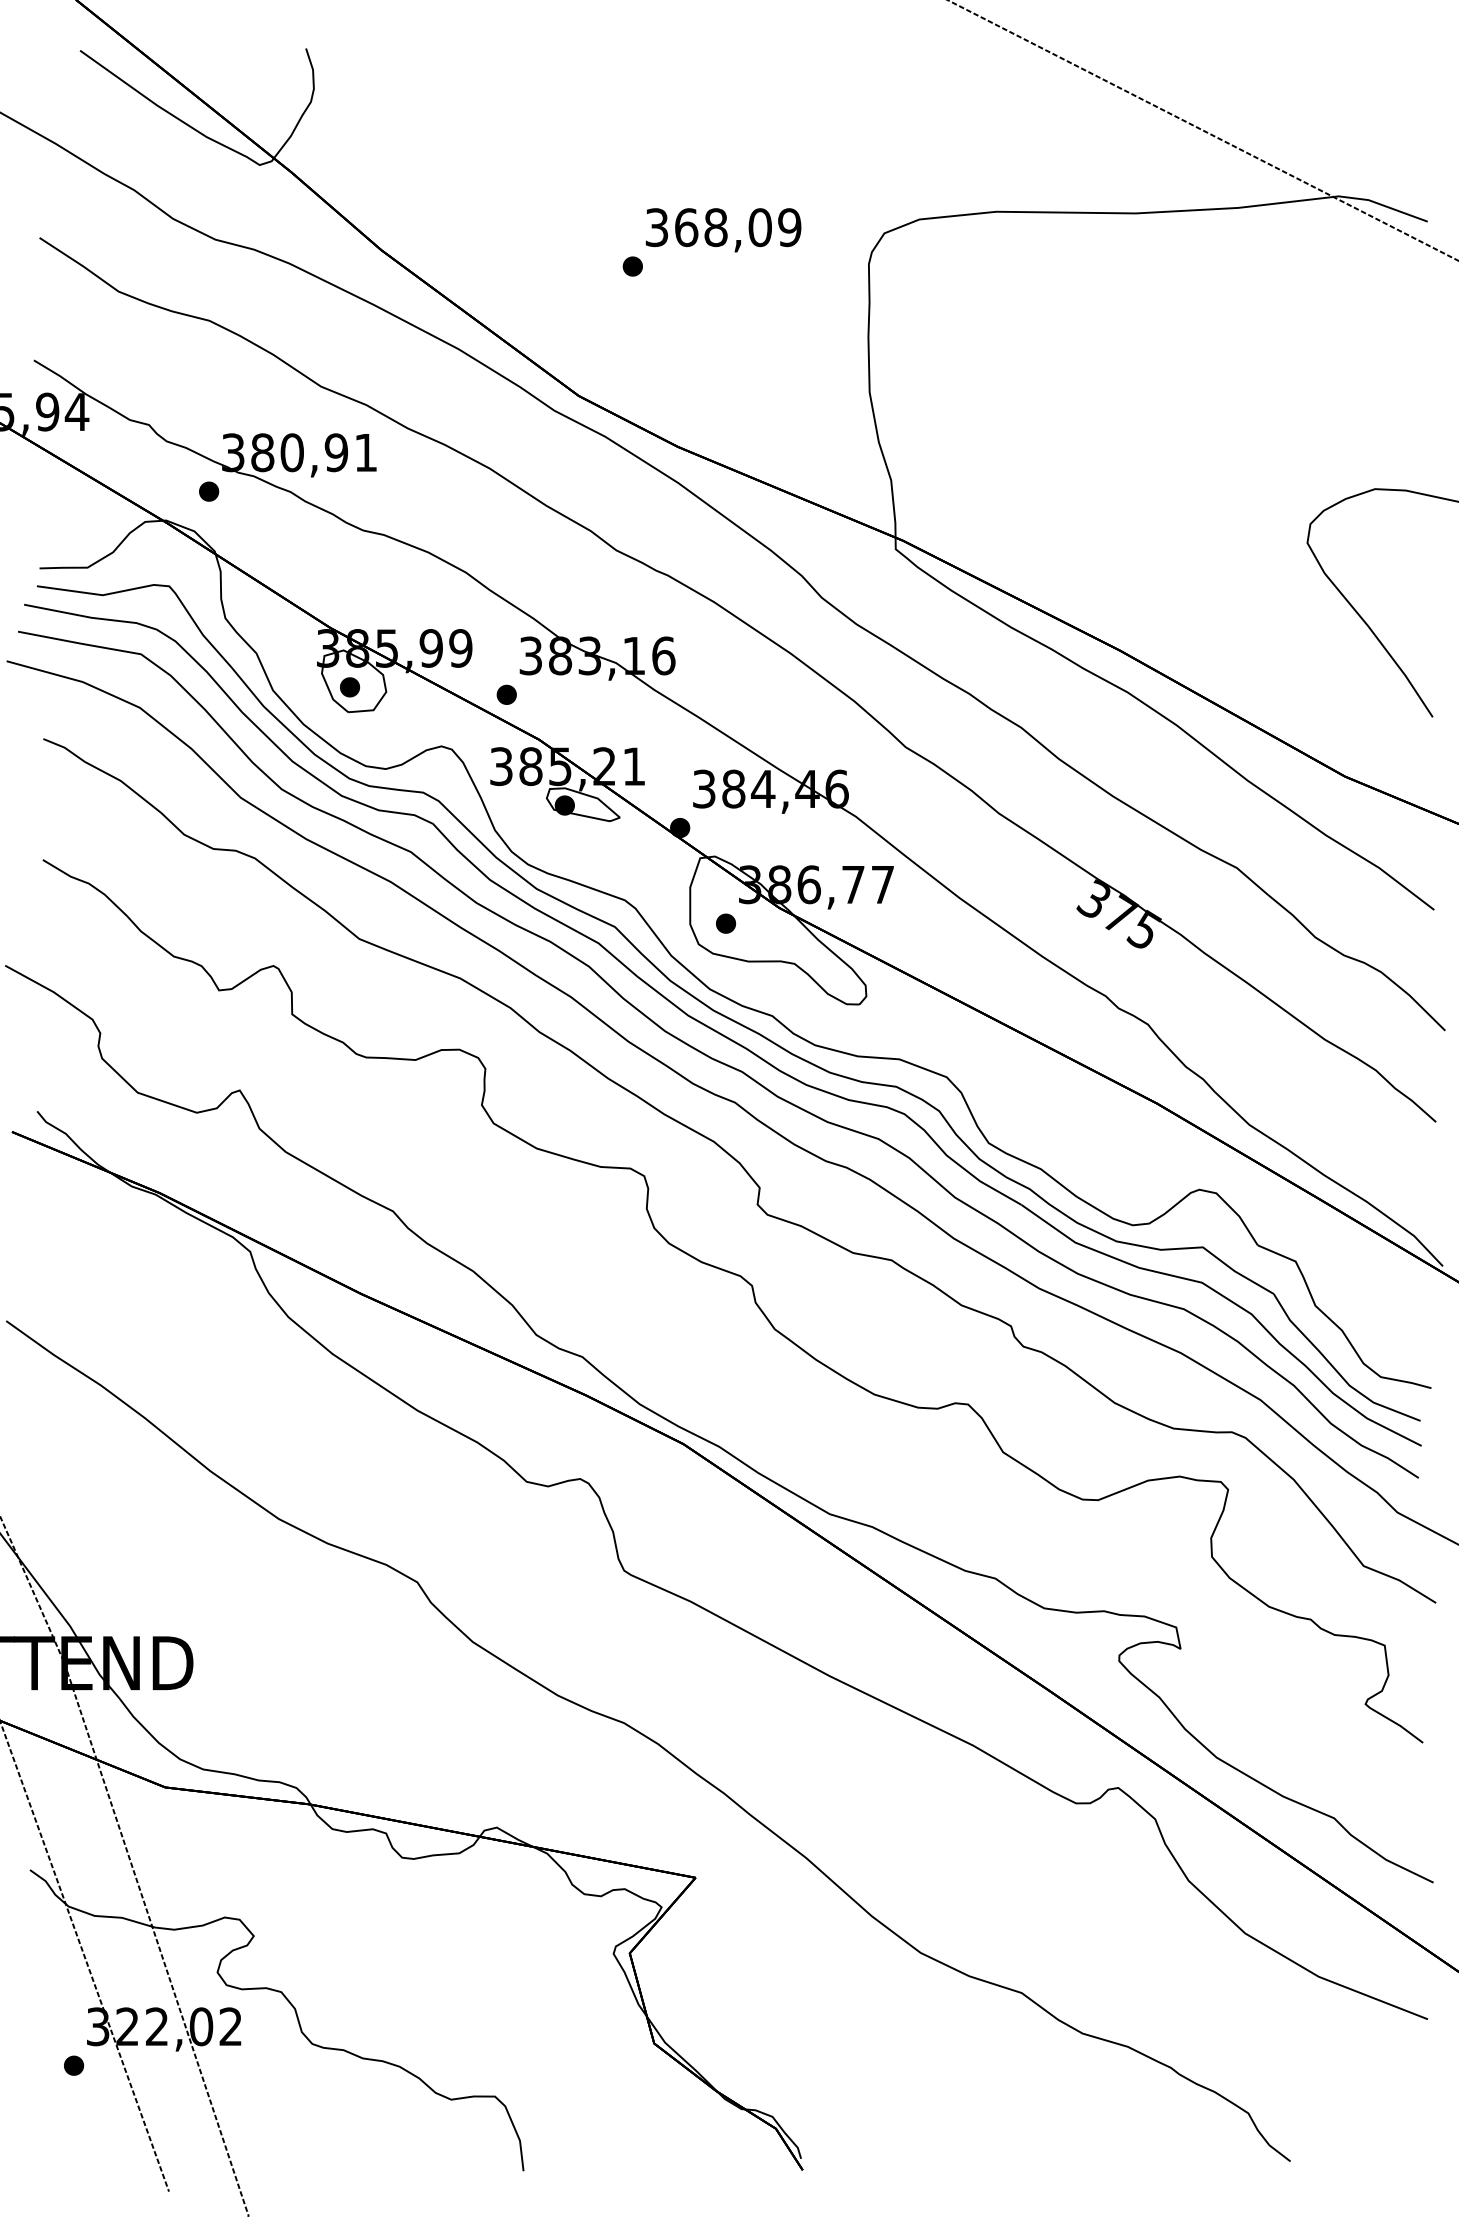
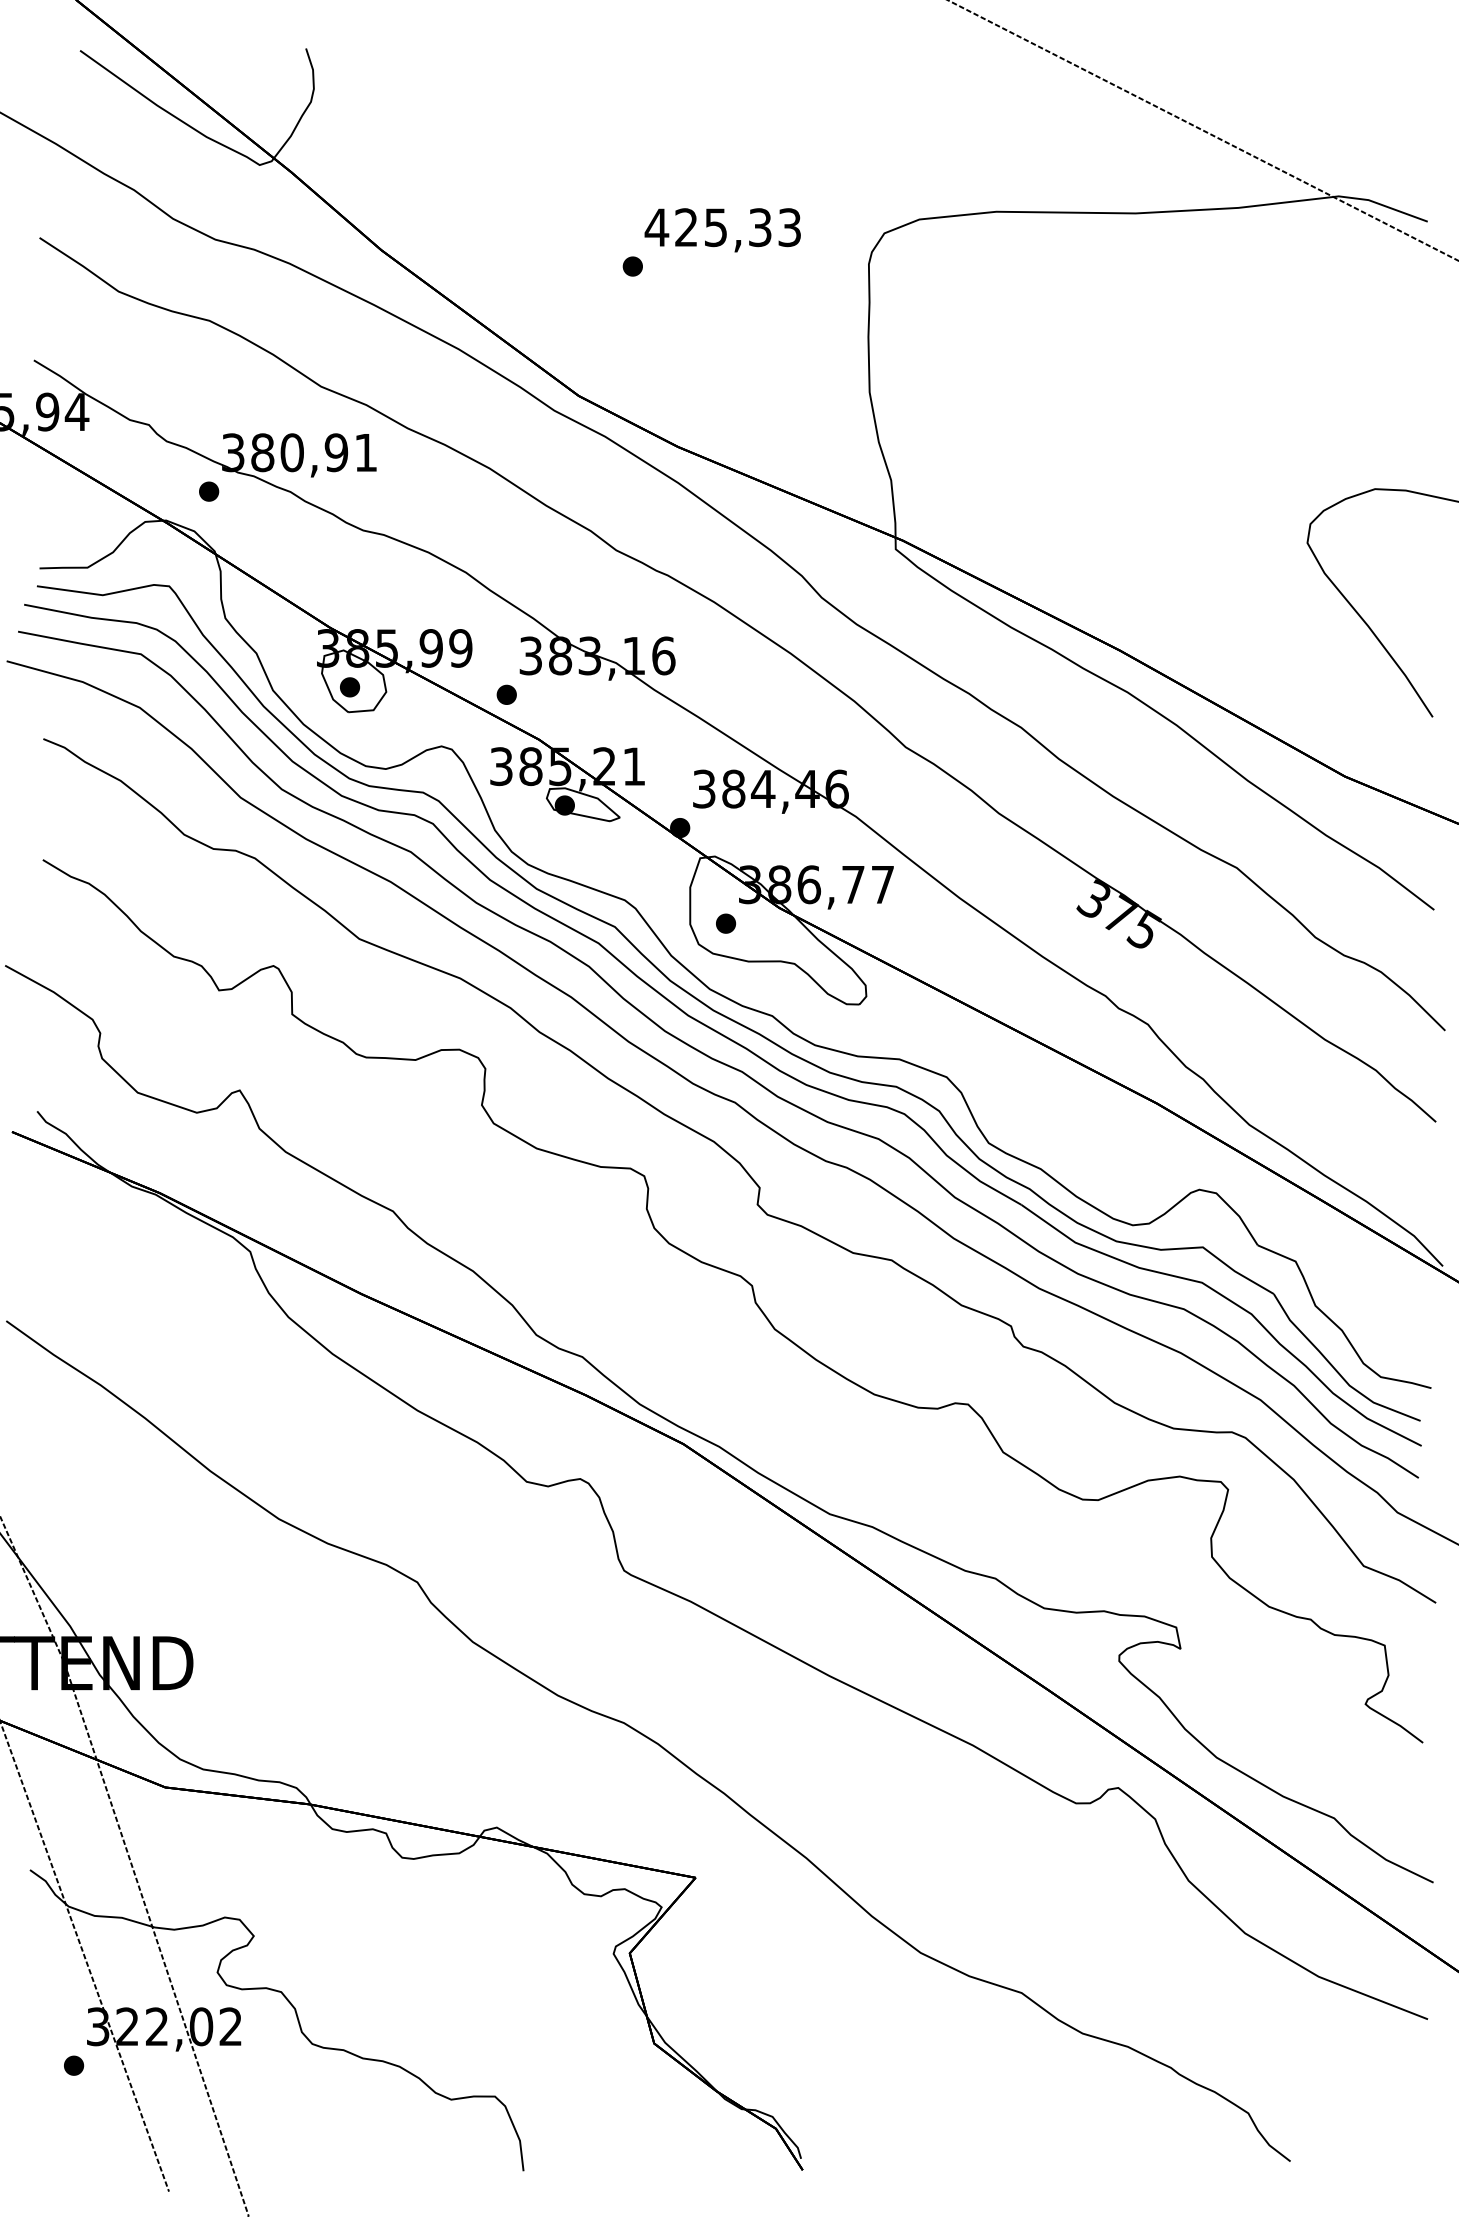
text at (722, 227): 368,09 -> 425,33
